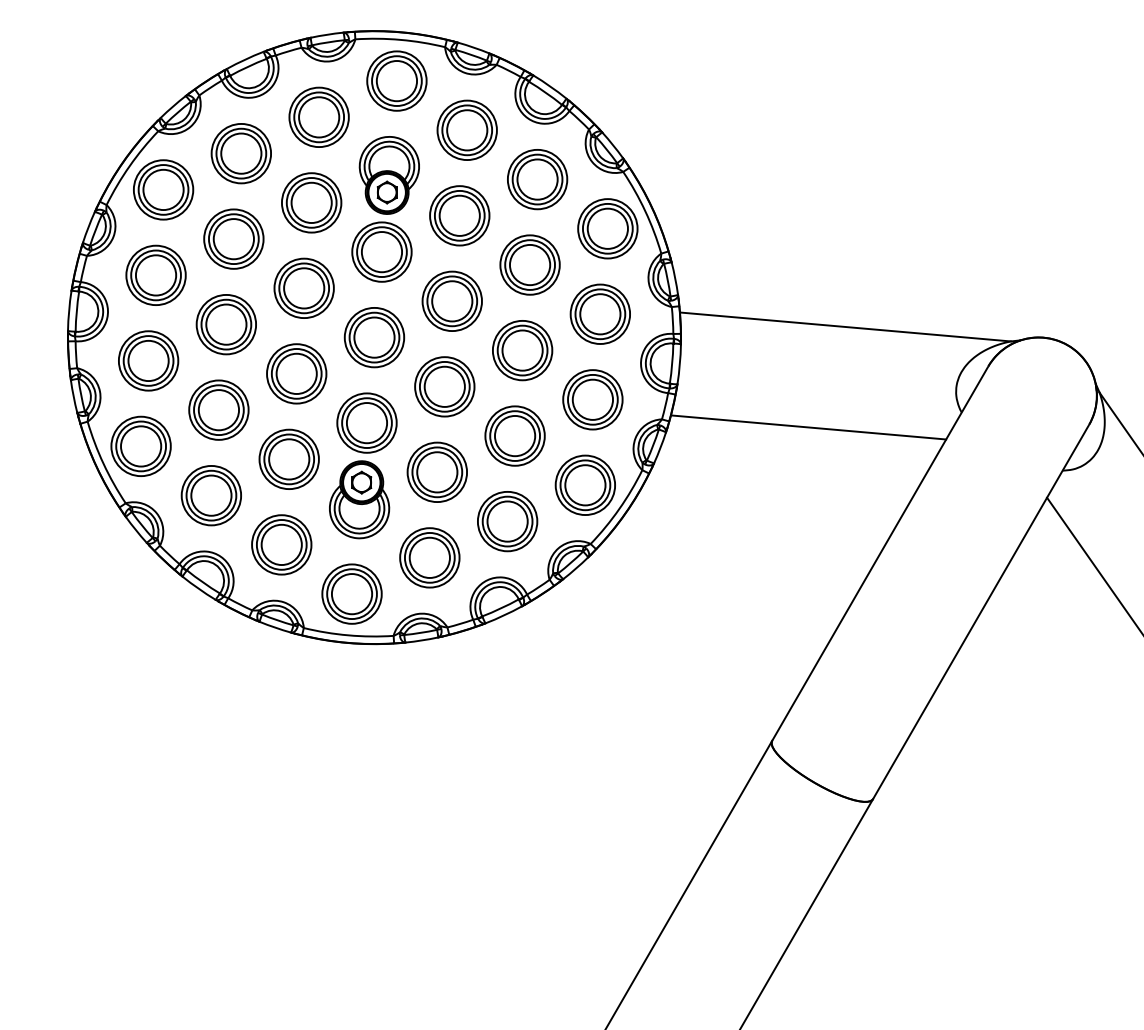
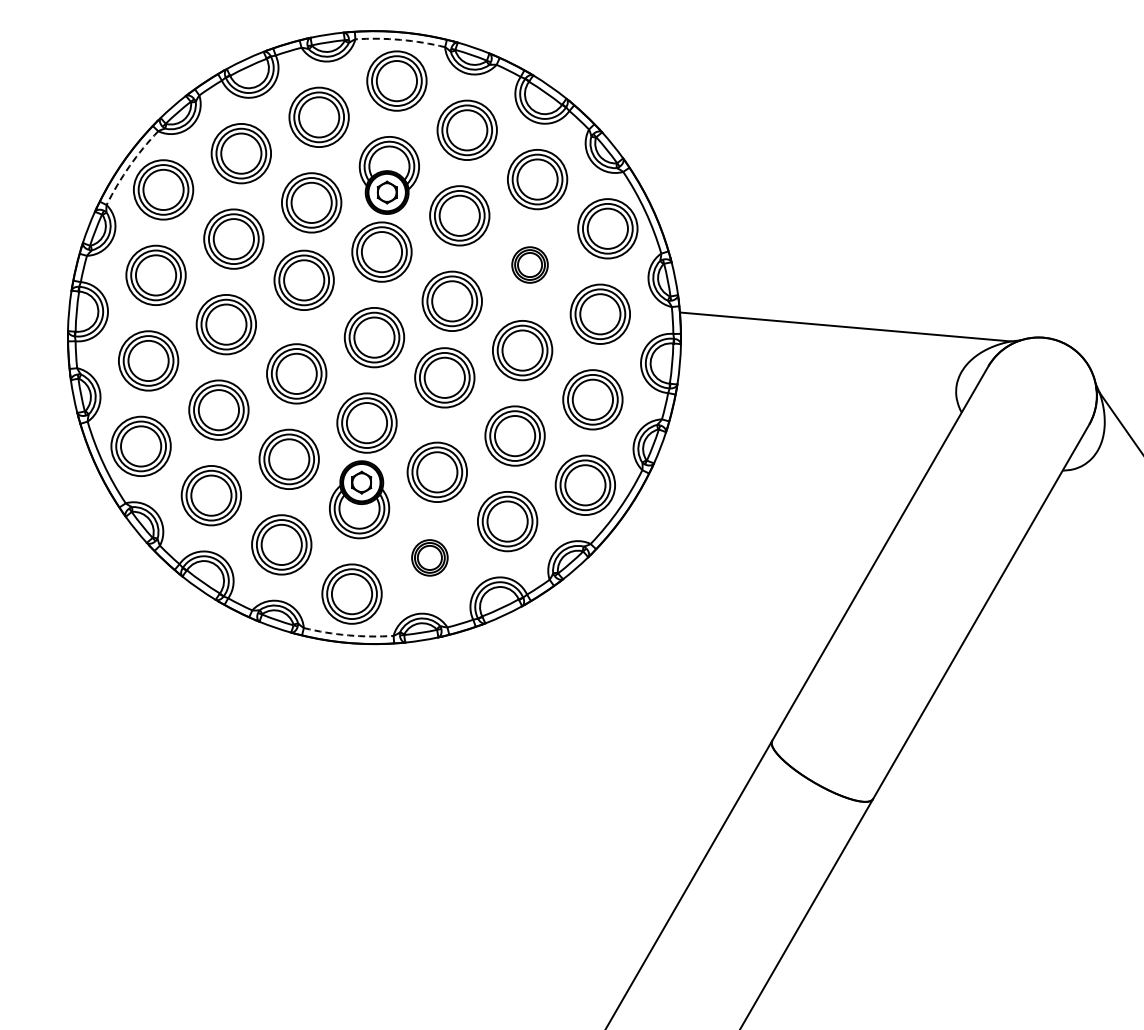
arc at (400, 39): solid -> dashed
arc at (129, 166): solid -> dashed
part at (529, 264) size: 62x62 px -> 38x38 px
part at (303, 287) position: (303, 287) -> (303, 279)
part at (444, 386) position: (444, 386) -> (444, 377)
line at (808, 427): present -> none
part at (429, 557) size: 62x62 px -> 38x38 px
line at (1093, 564): present -> none
arc at (348, 635): solid -> dashed
